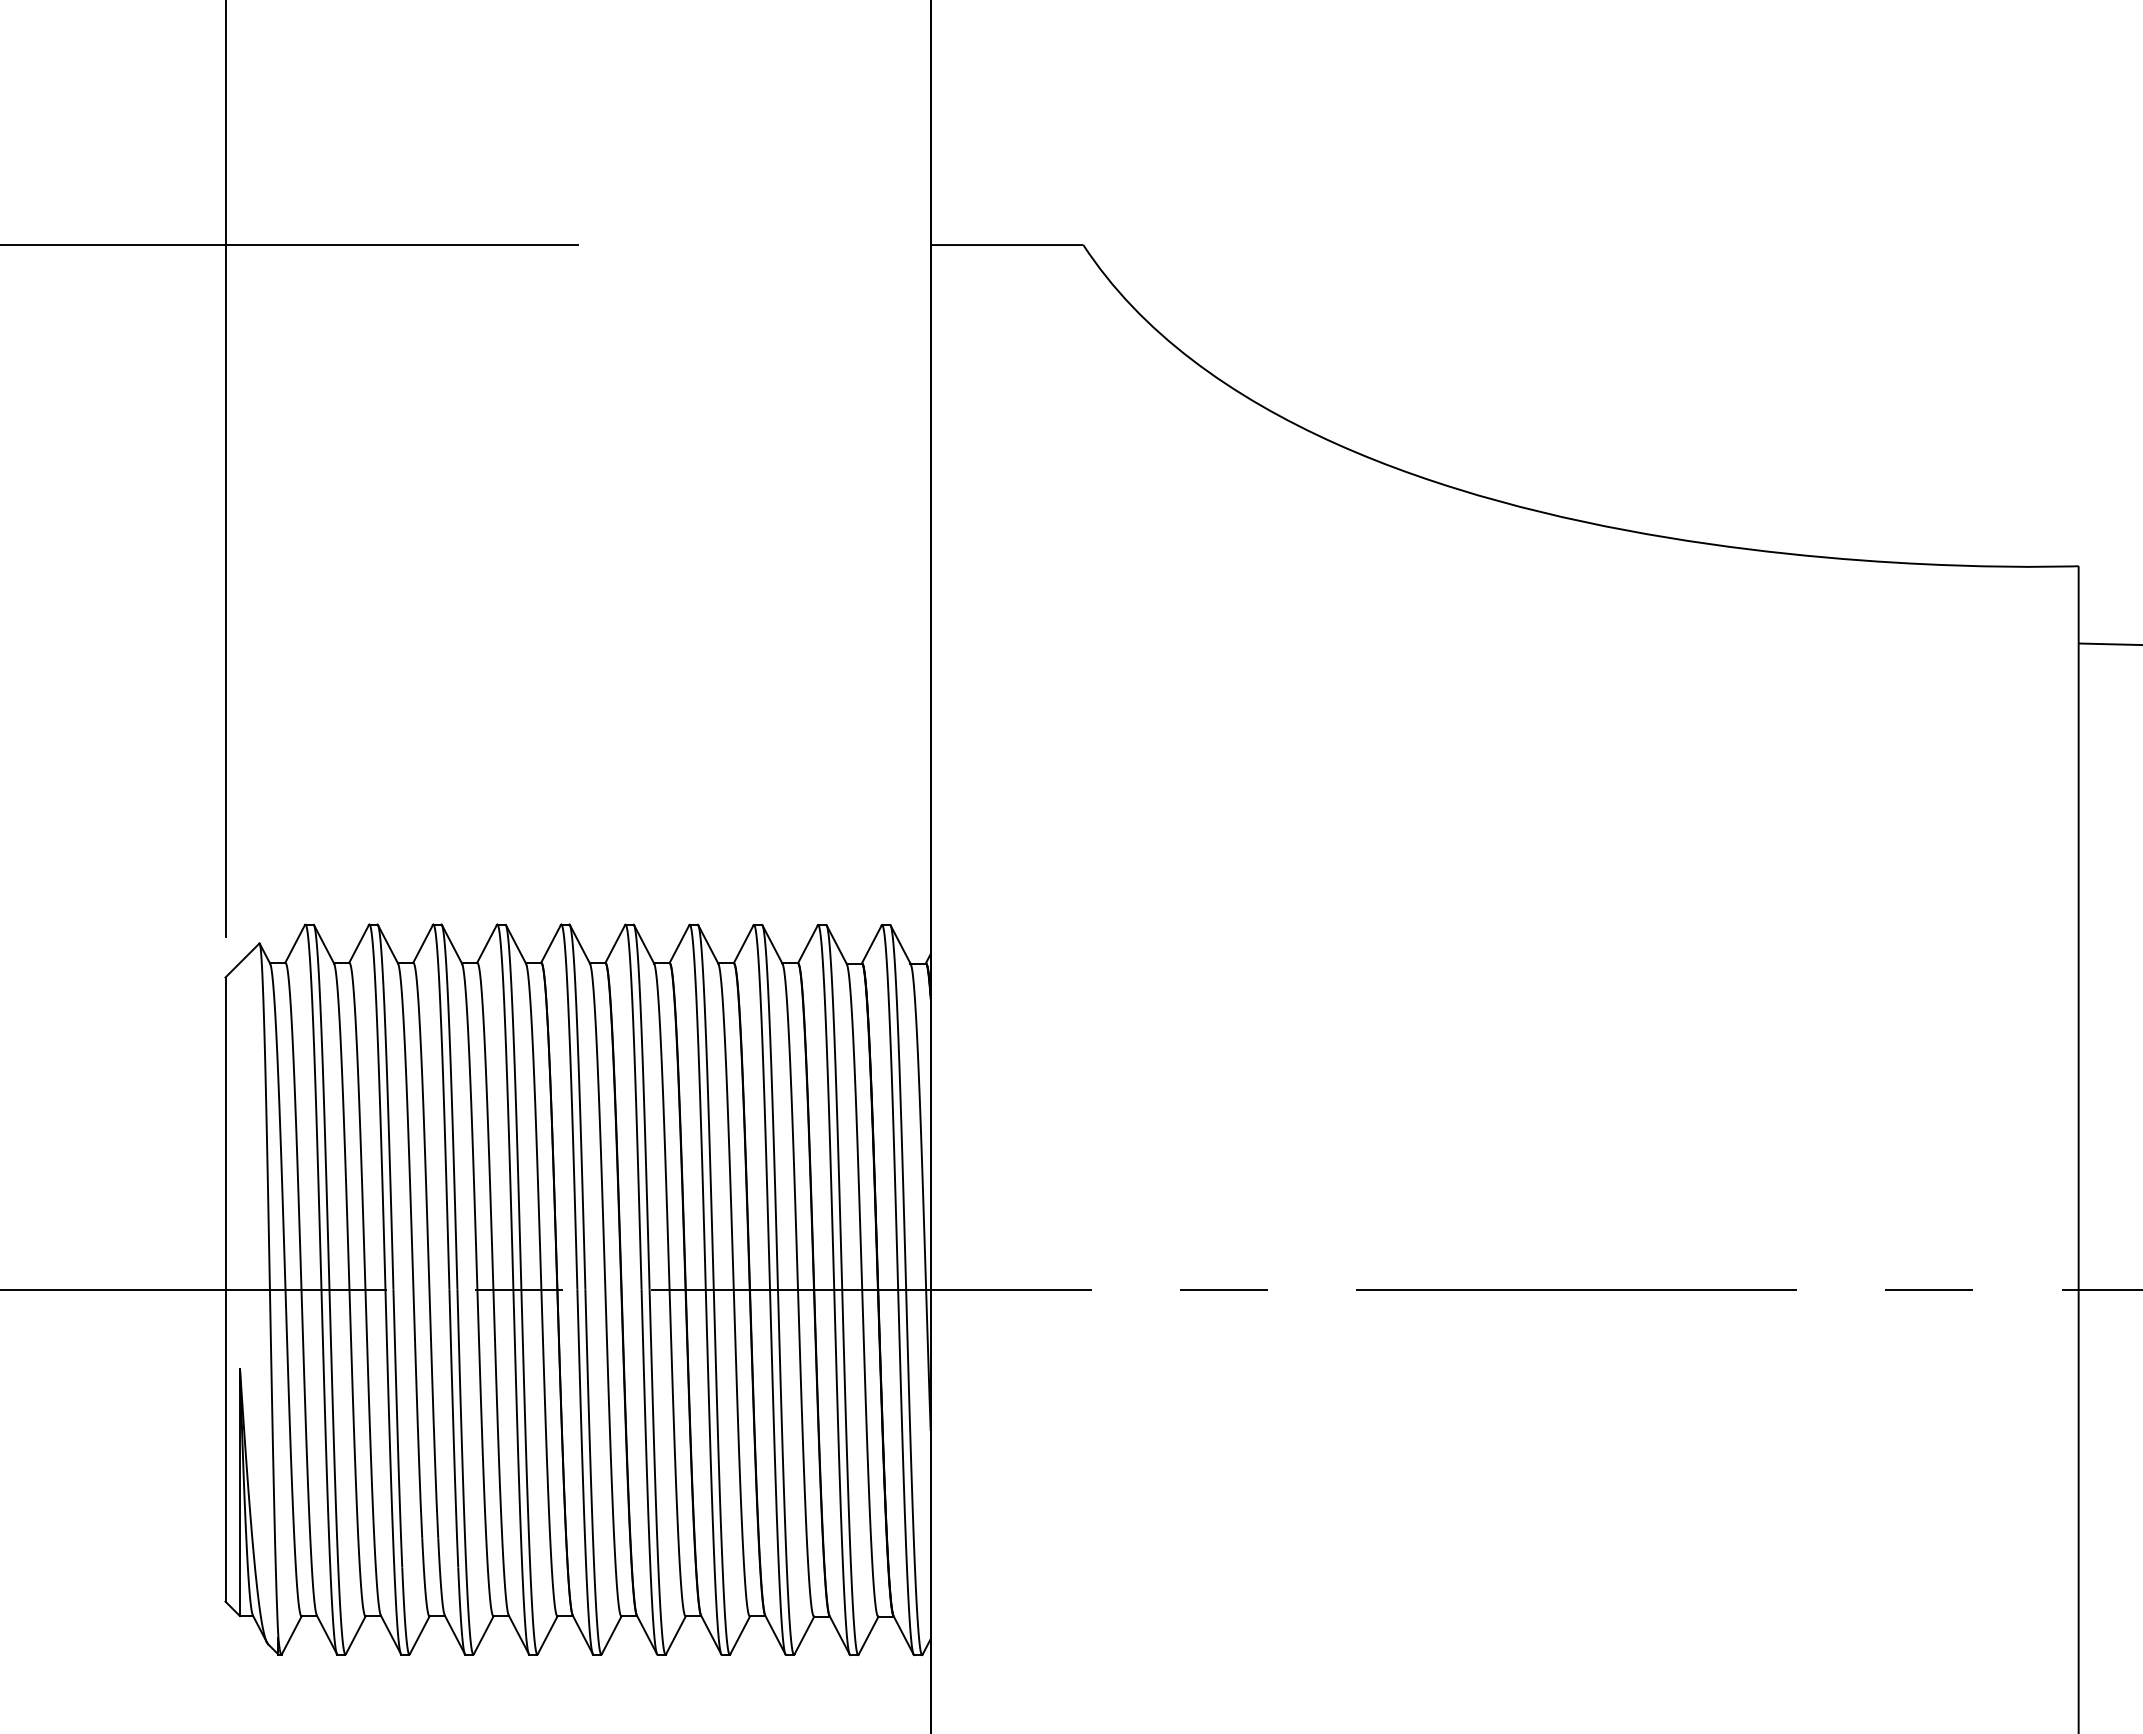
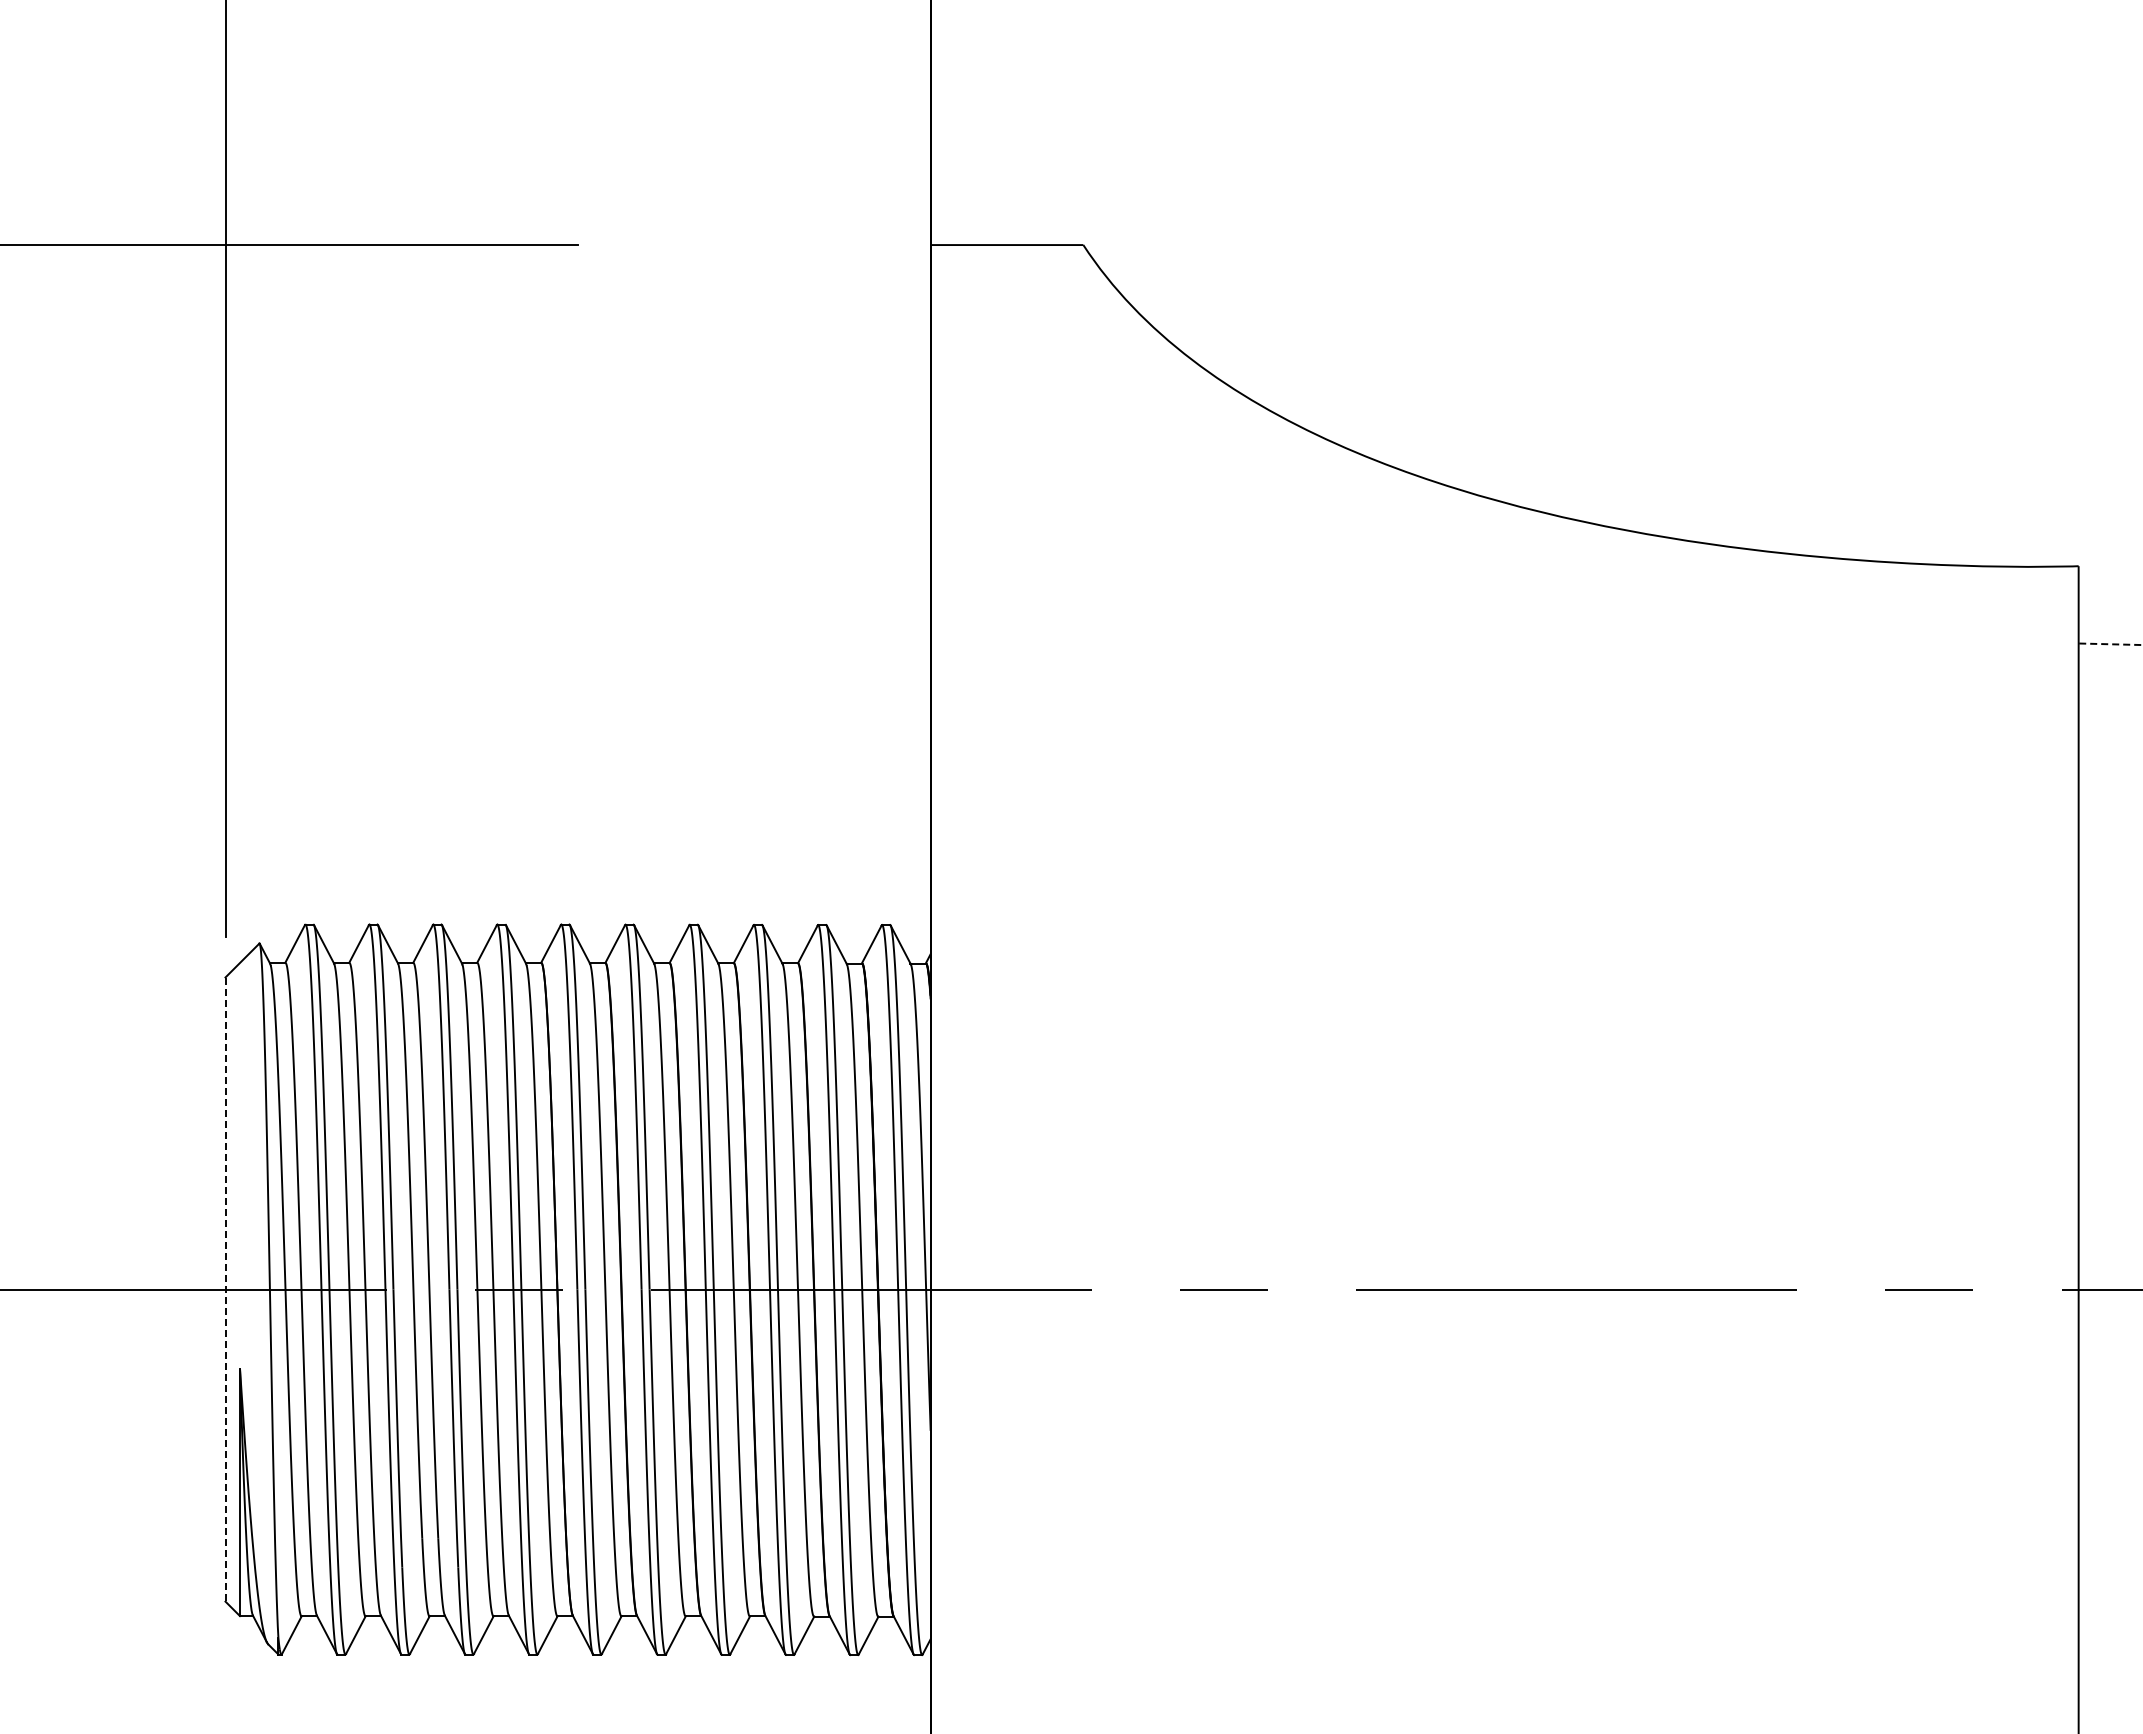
line at (2110, 644): solid -> dashed
line at (225, 1290): solid -> dashed
